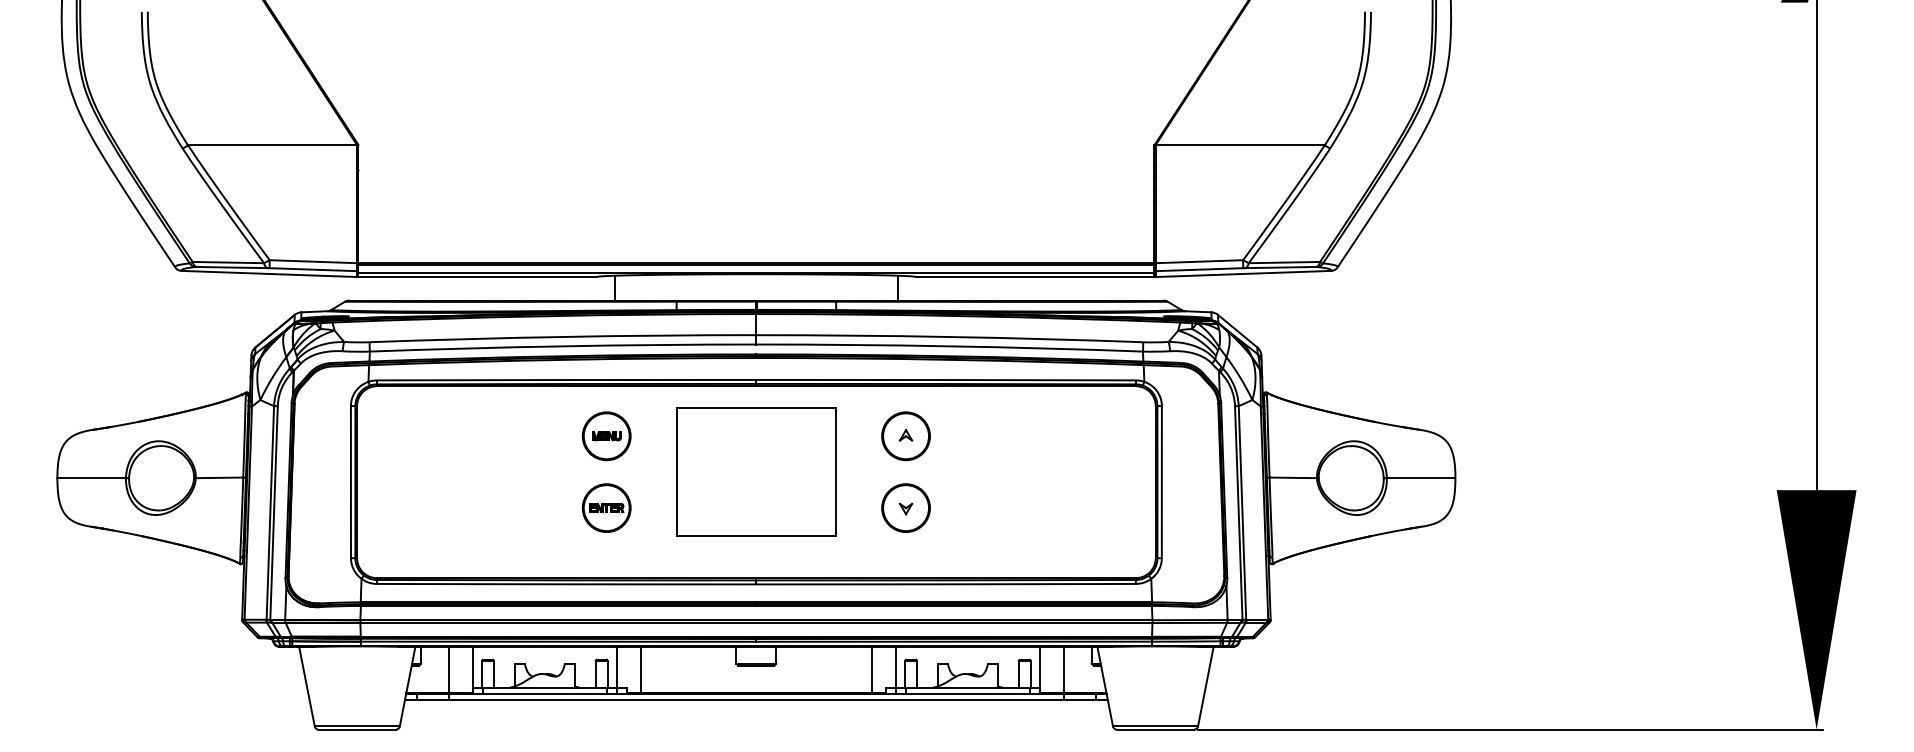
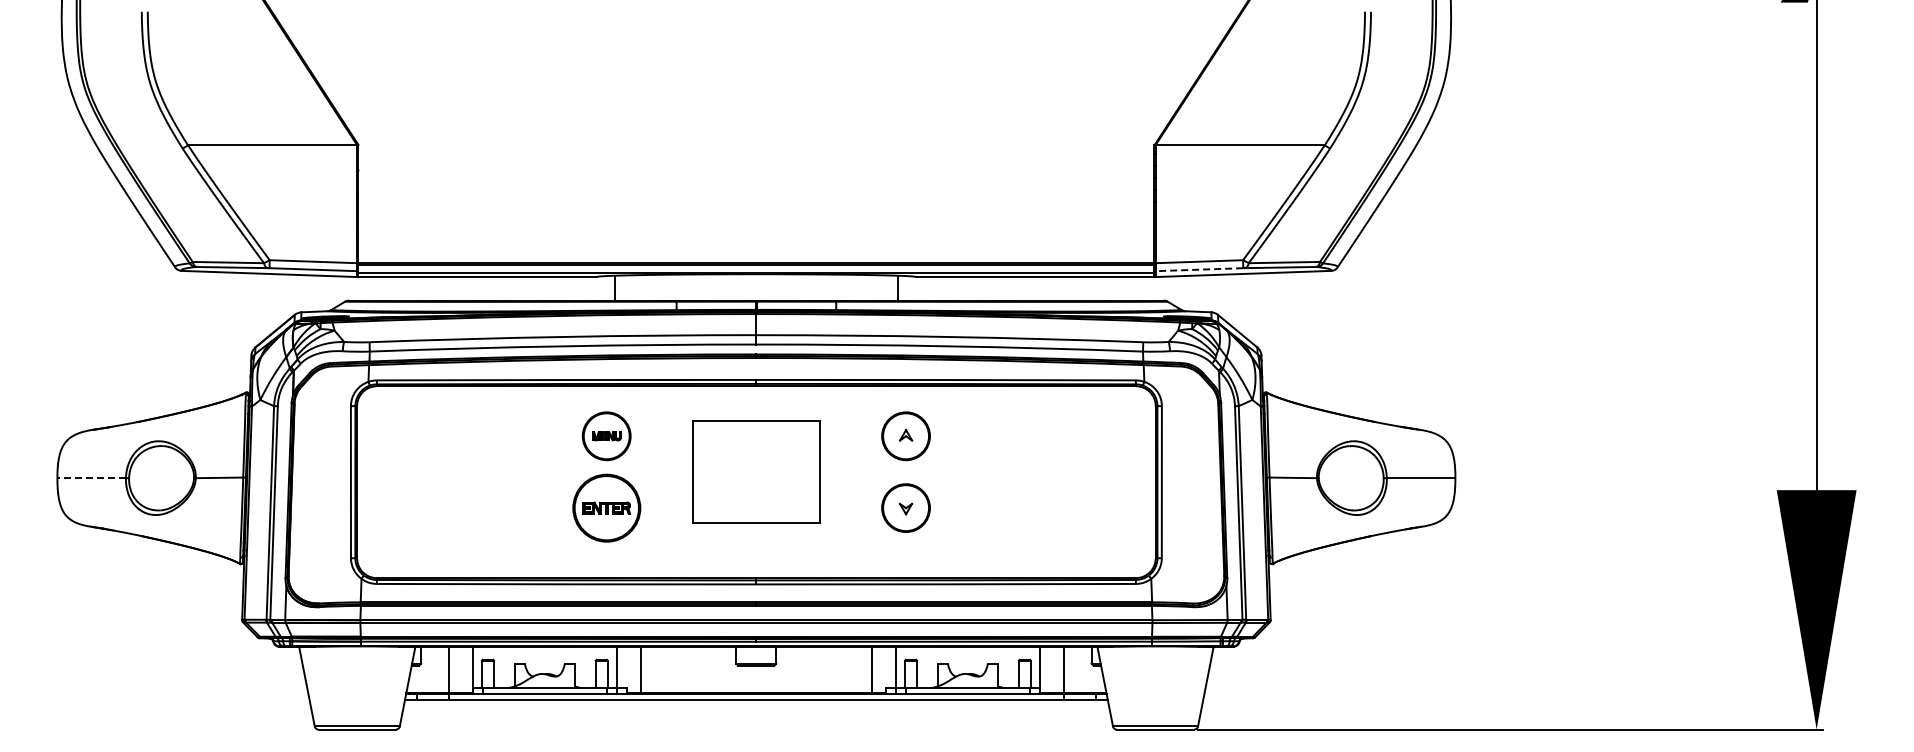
line at (1199, 269): solid -> dashed
part at (756, 471) size: 161x130 px -> 129x104 px
line at (91, 478): solid -> dashed
part at (606, 507) size: 51x50 px -> 70x70 px
